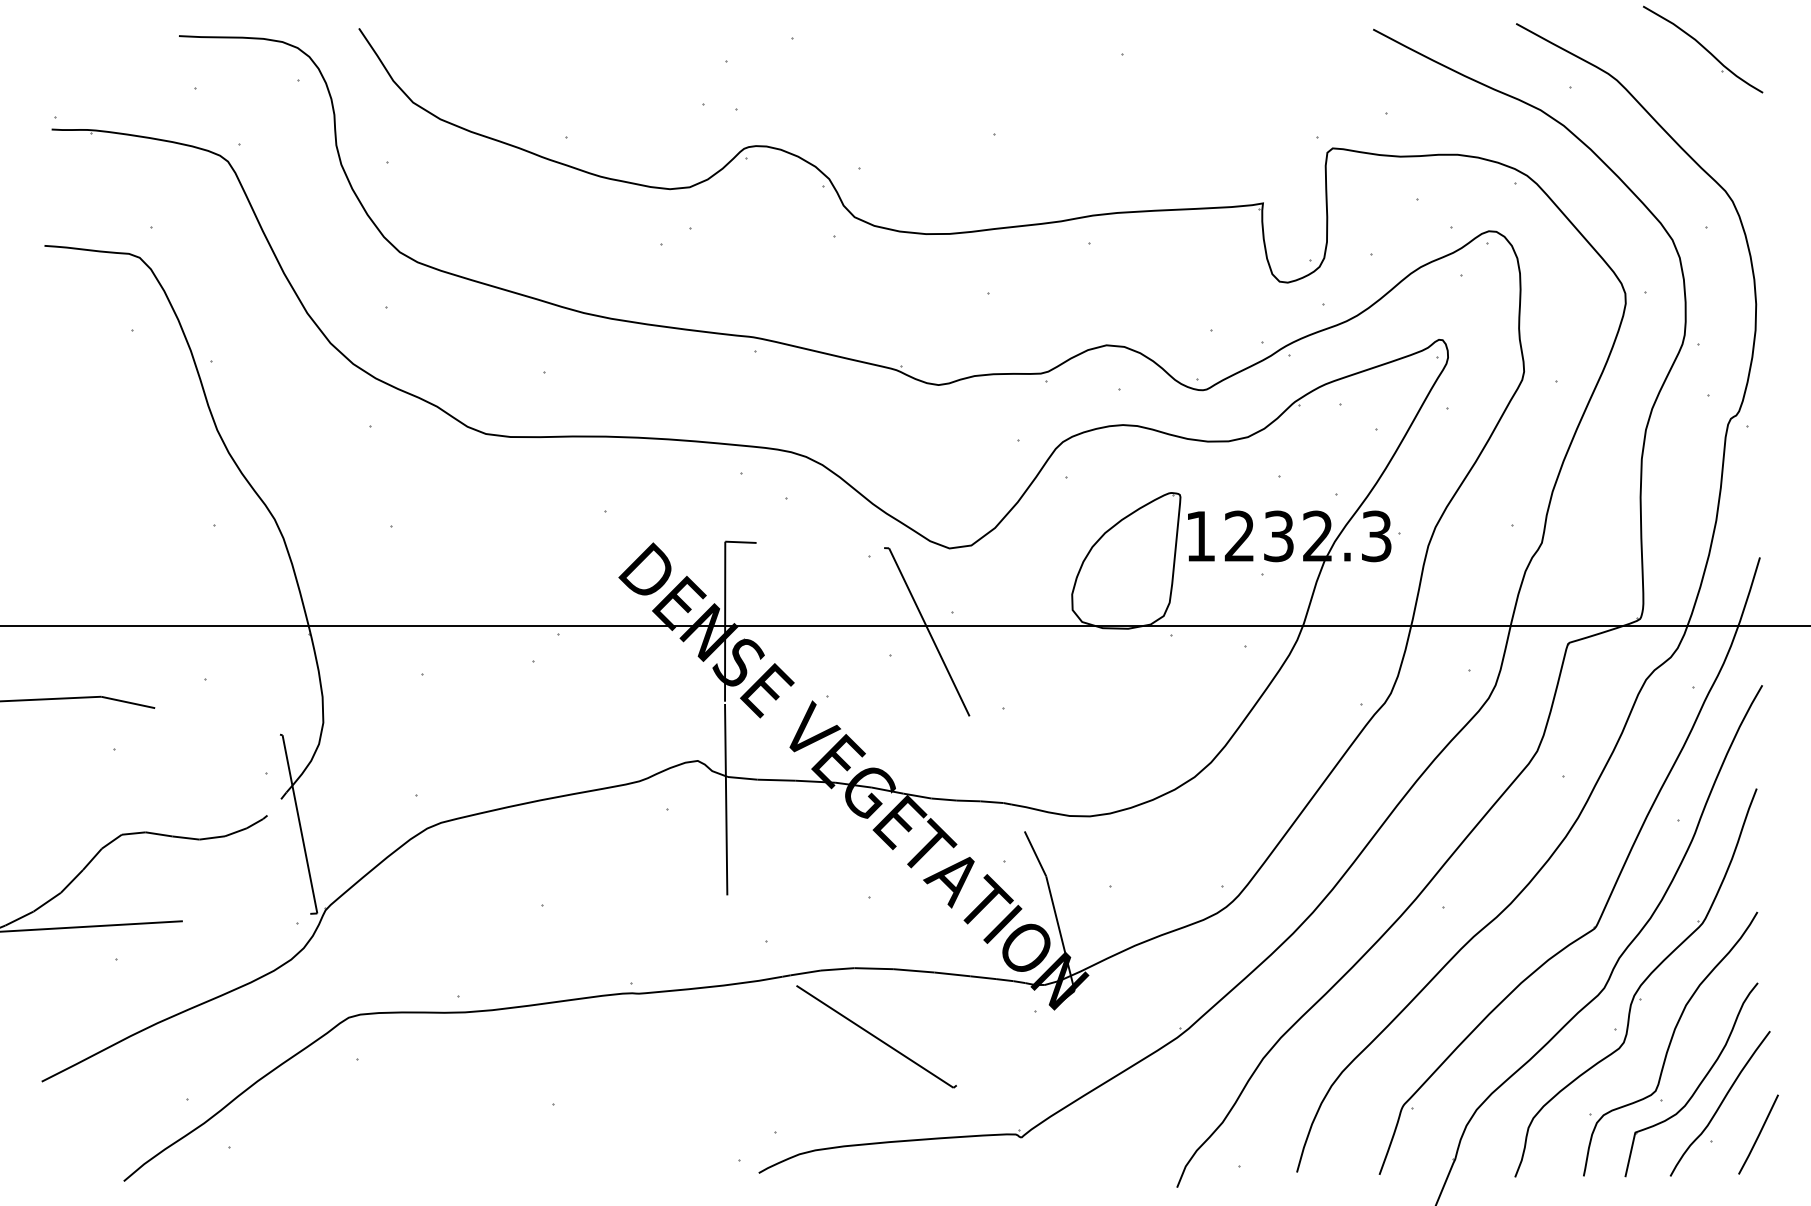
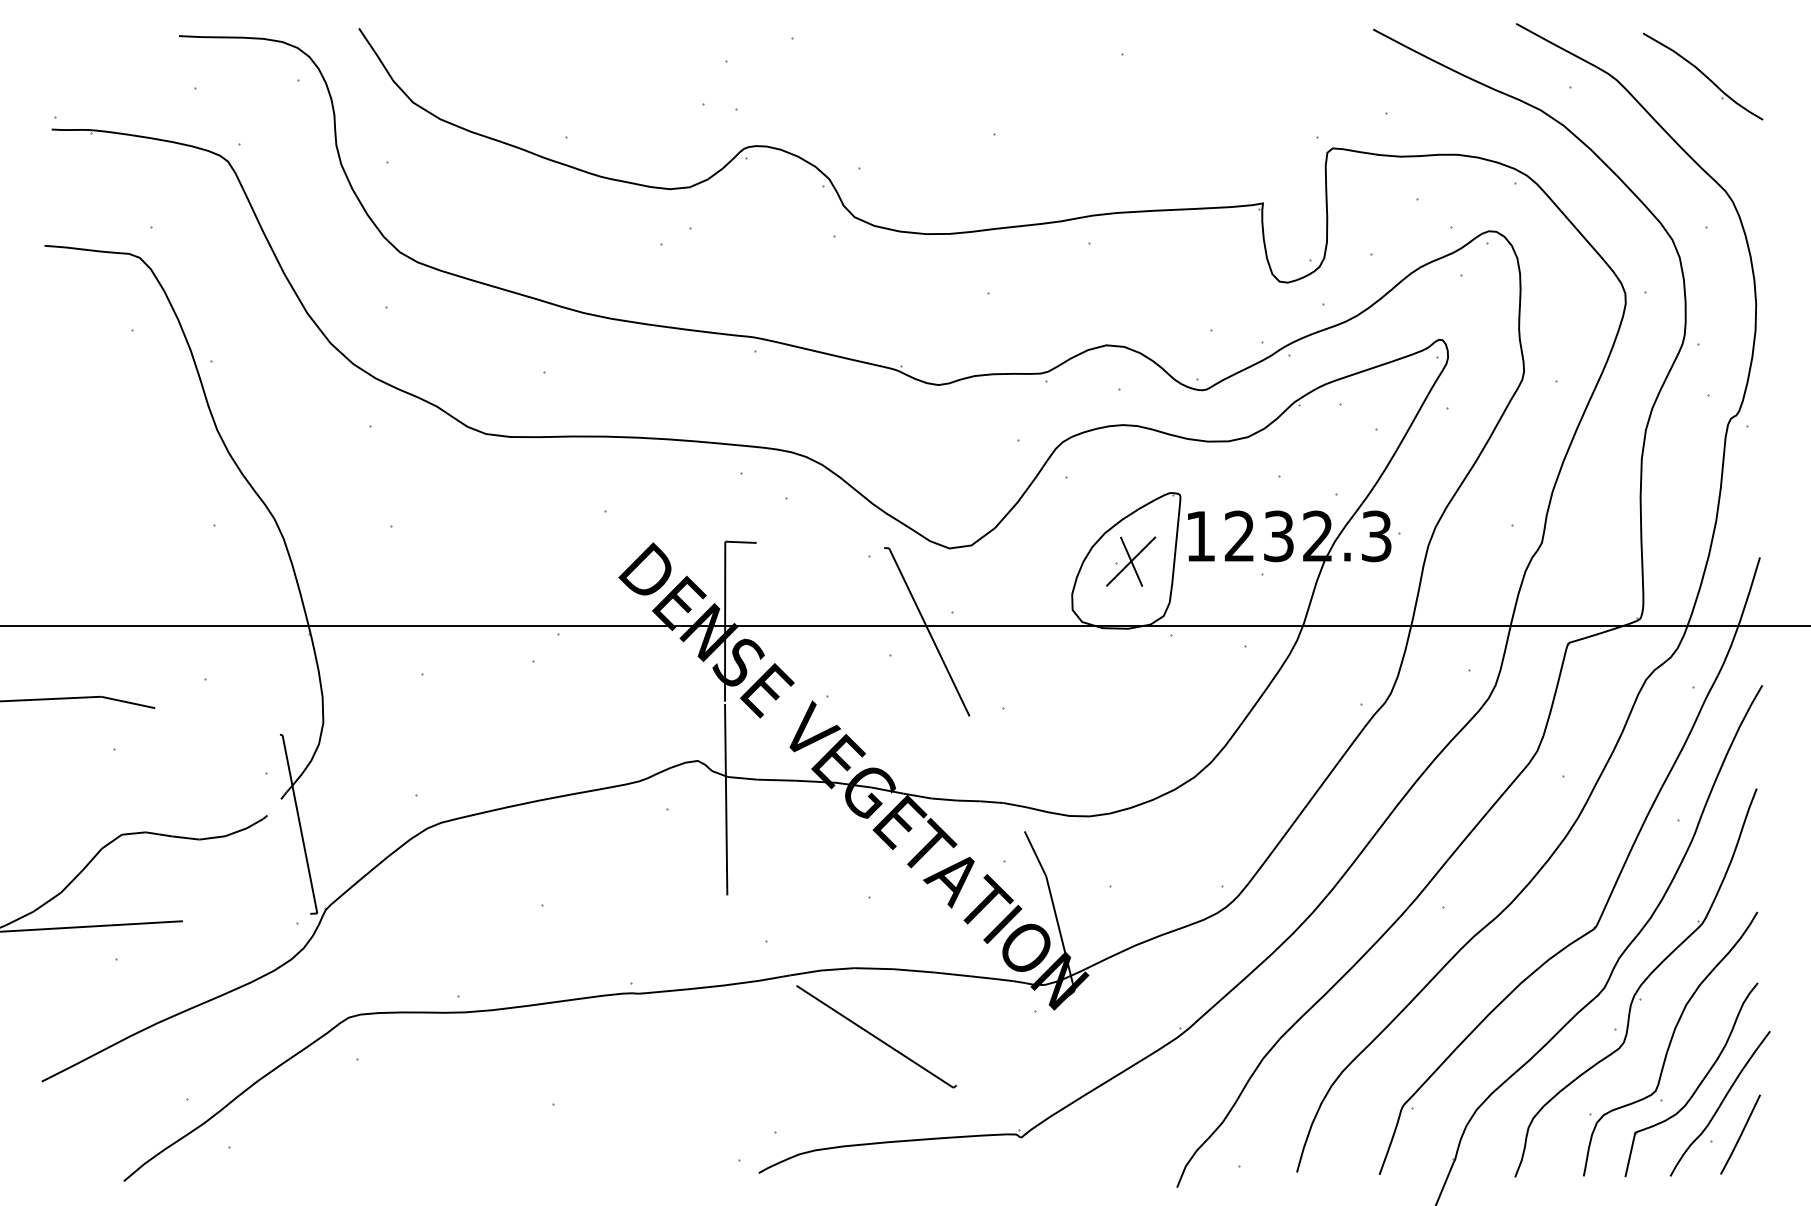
part at (1703, 49) position: (1703, 49) -> (1703, 76)
part at (1131, 561): none -> present
line at (1758, 1134) position: (1758, 1134) -> (1740, 1134)
